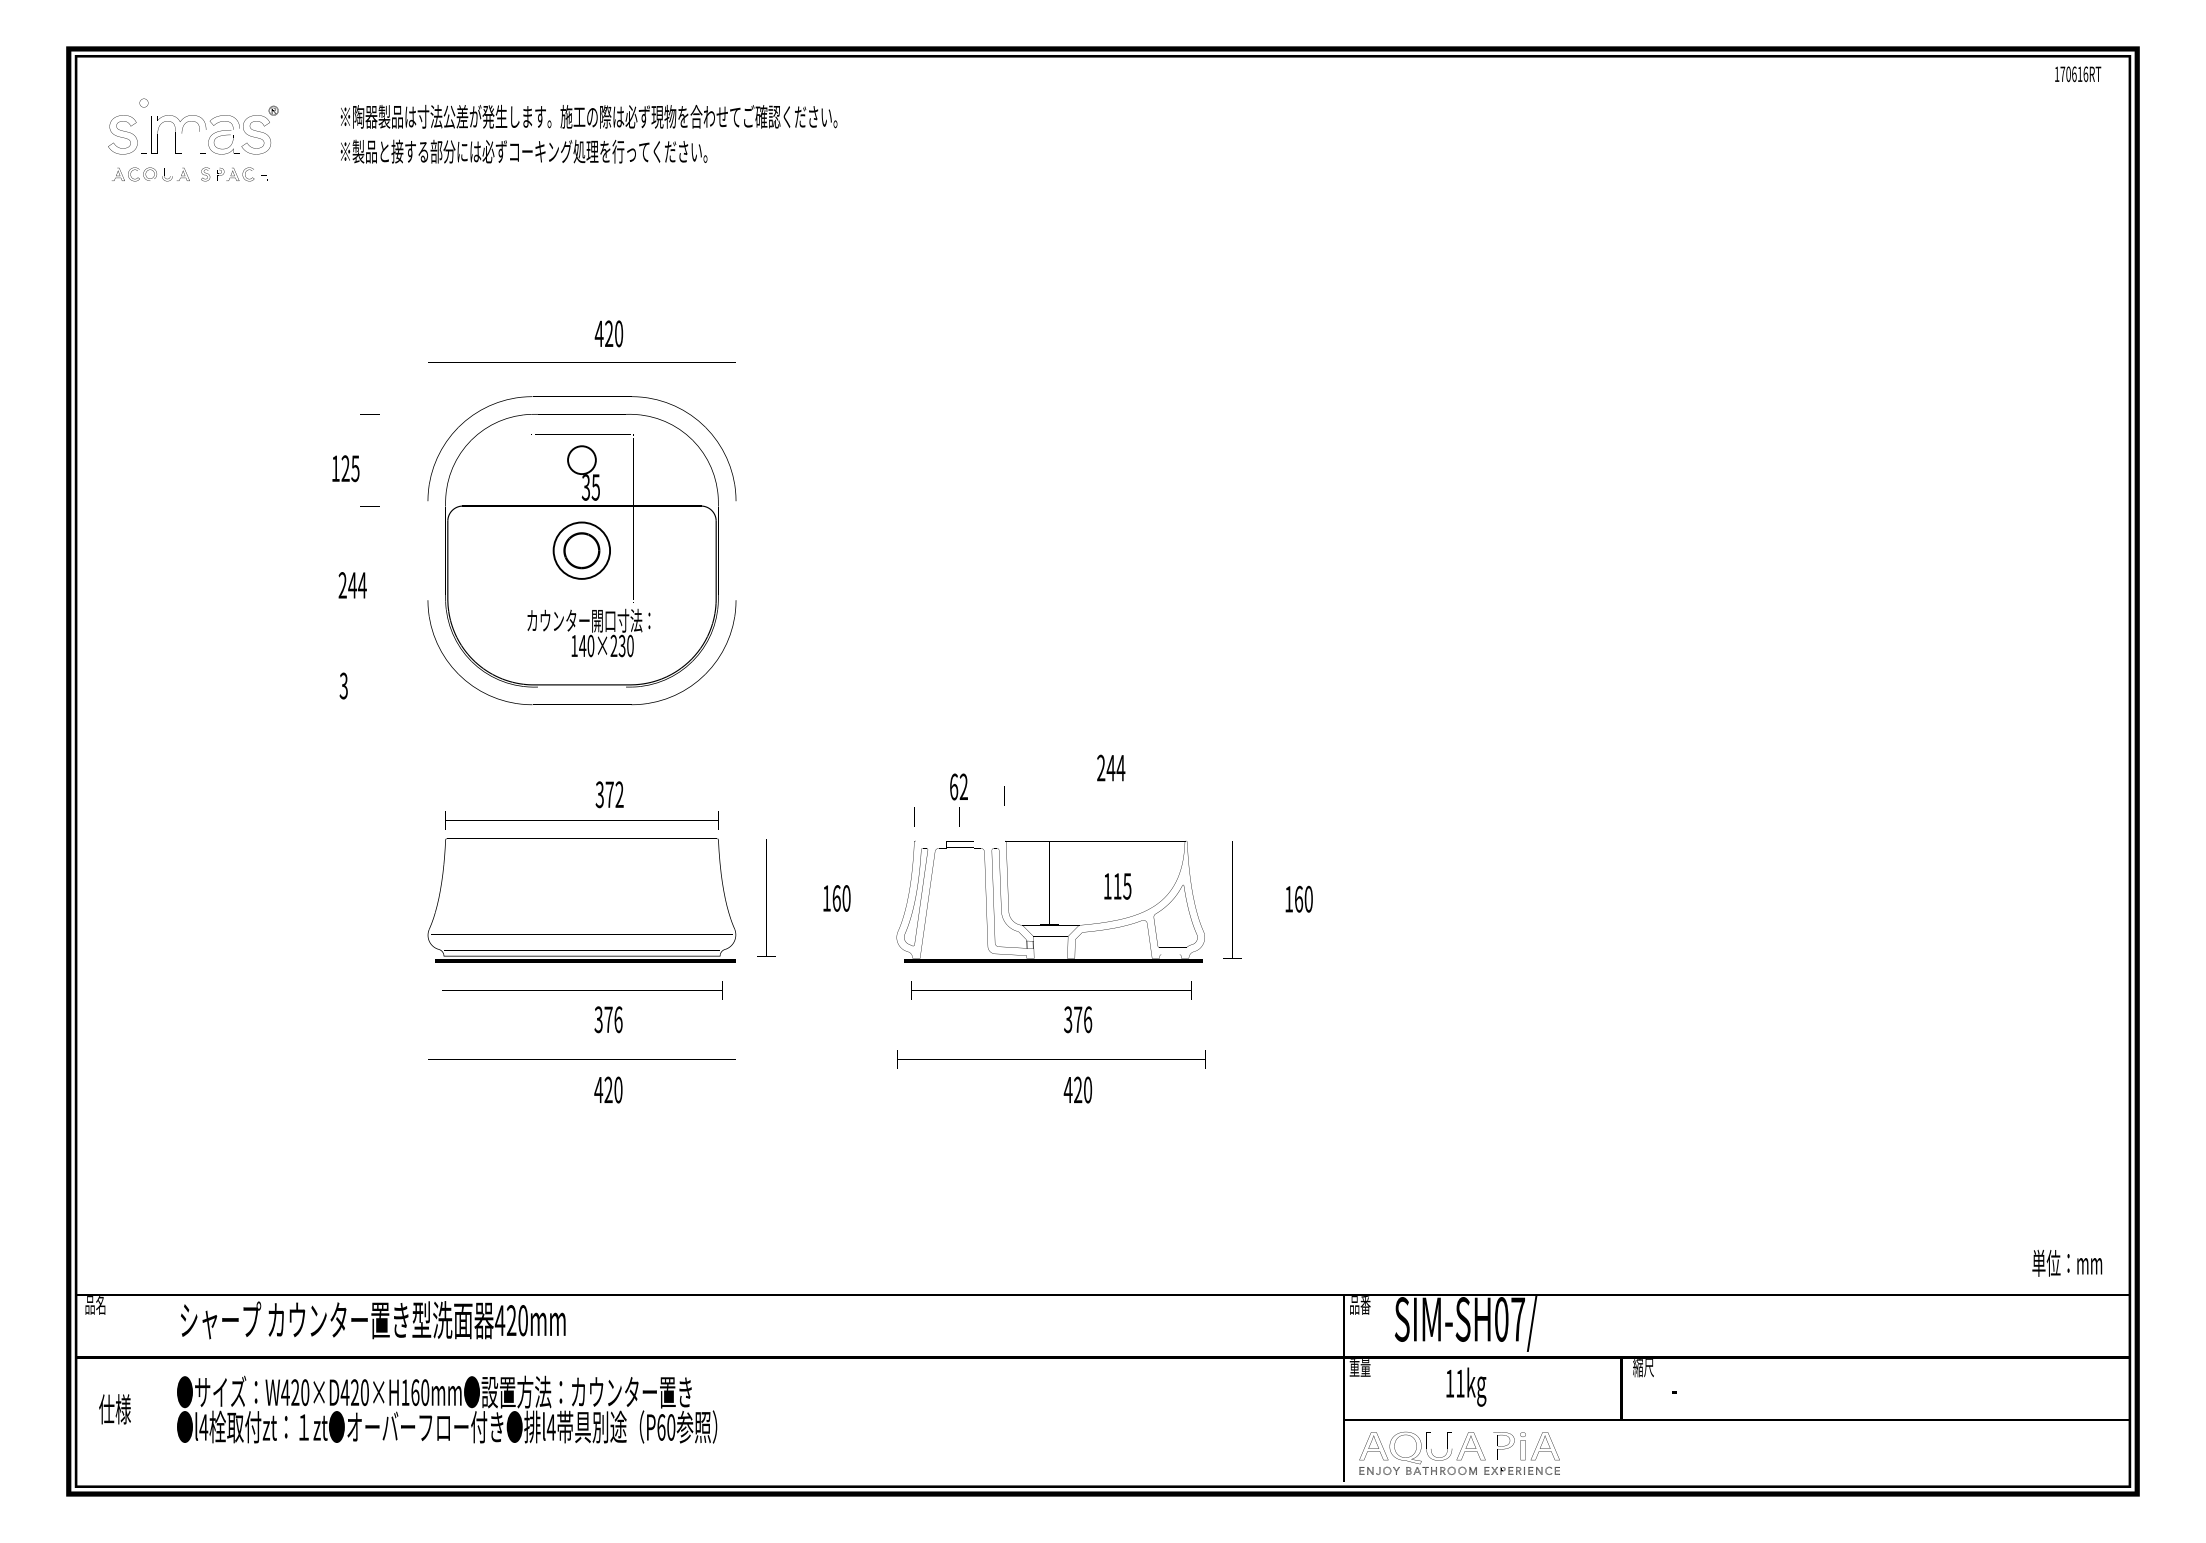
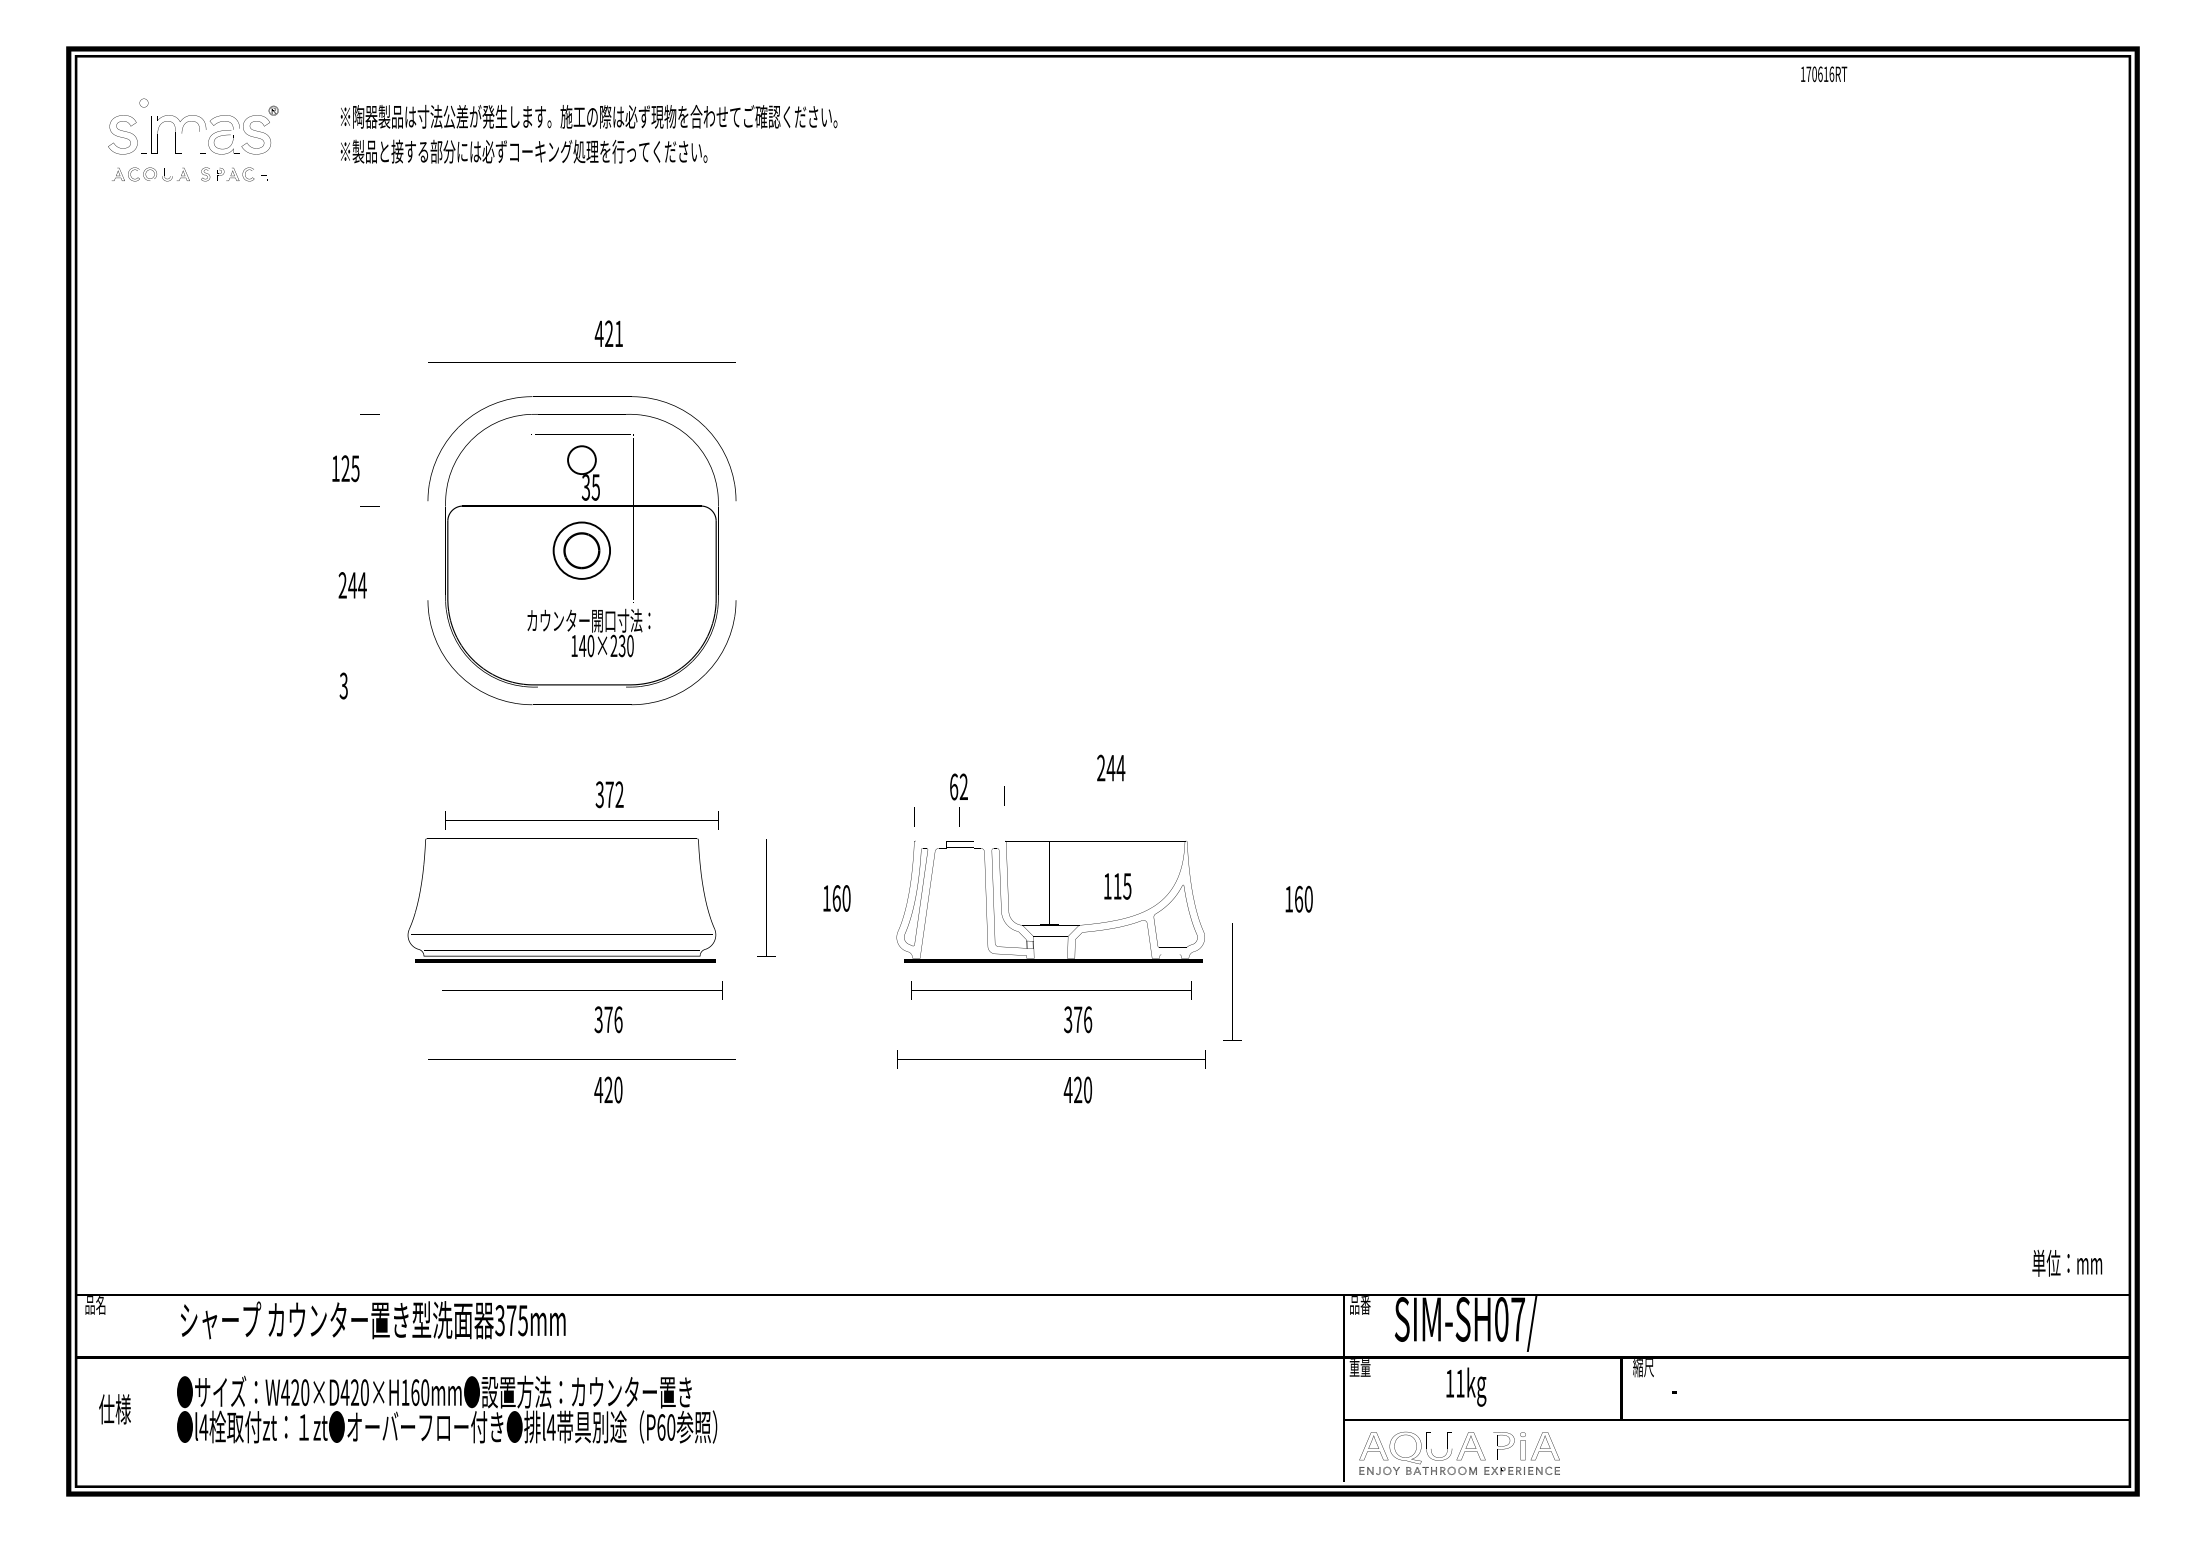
text at (2078, 74) position: (2078, 74) -> (1824, 74)
text at (619, 333): 420 -> 421
part at (1232, 899) position: (1232, 899) -> (1232, 981)
part at (581, 900) position: (581, 900) -> (561, 900)
text at (510, 1320): 420mm -> 375mm
